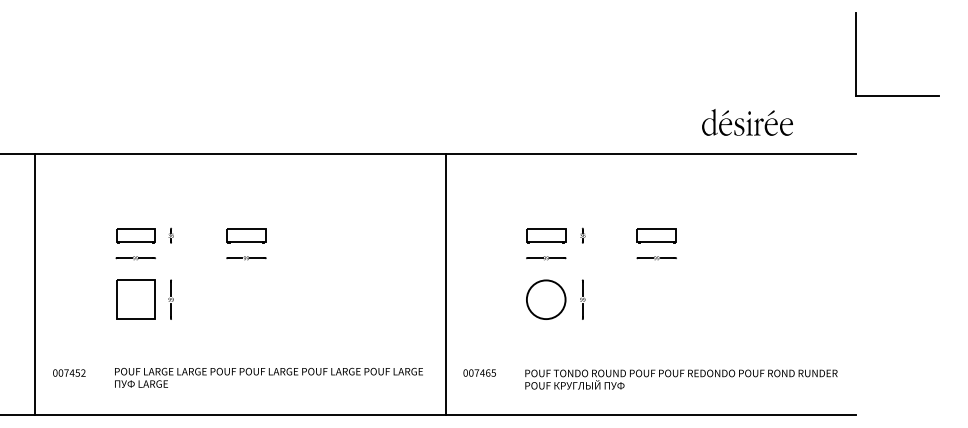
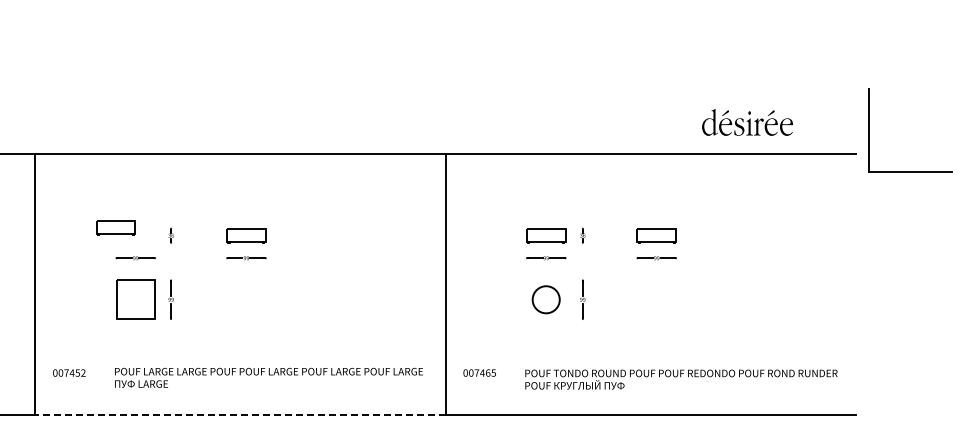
part at (856, 54) position: (856, 54) -> (869, 130)
part at (135, 235) position: (135, 235) -> (115, 227)
circle at (545, 299) diameter: 39 px -> 27 px
line at (240, 415): solid -> dashed
